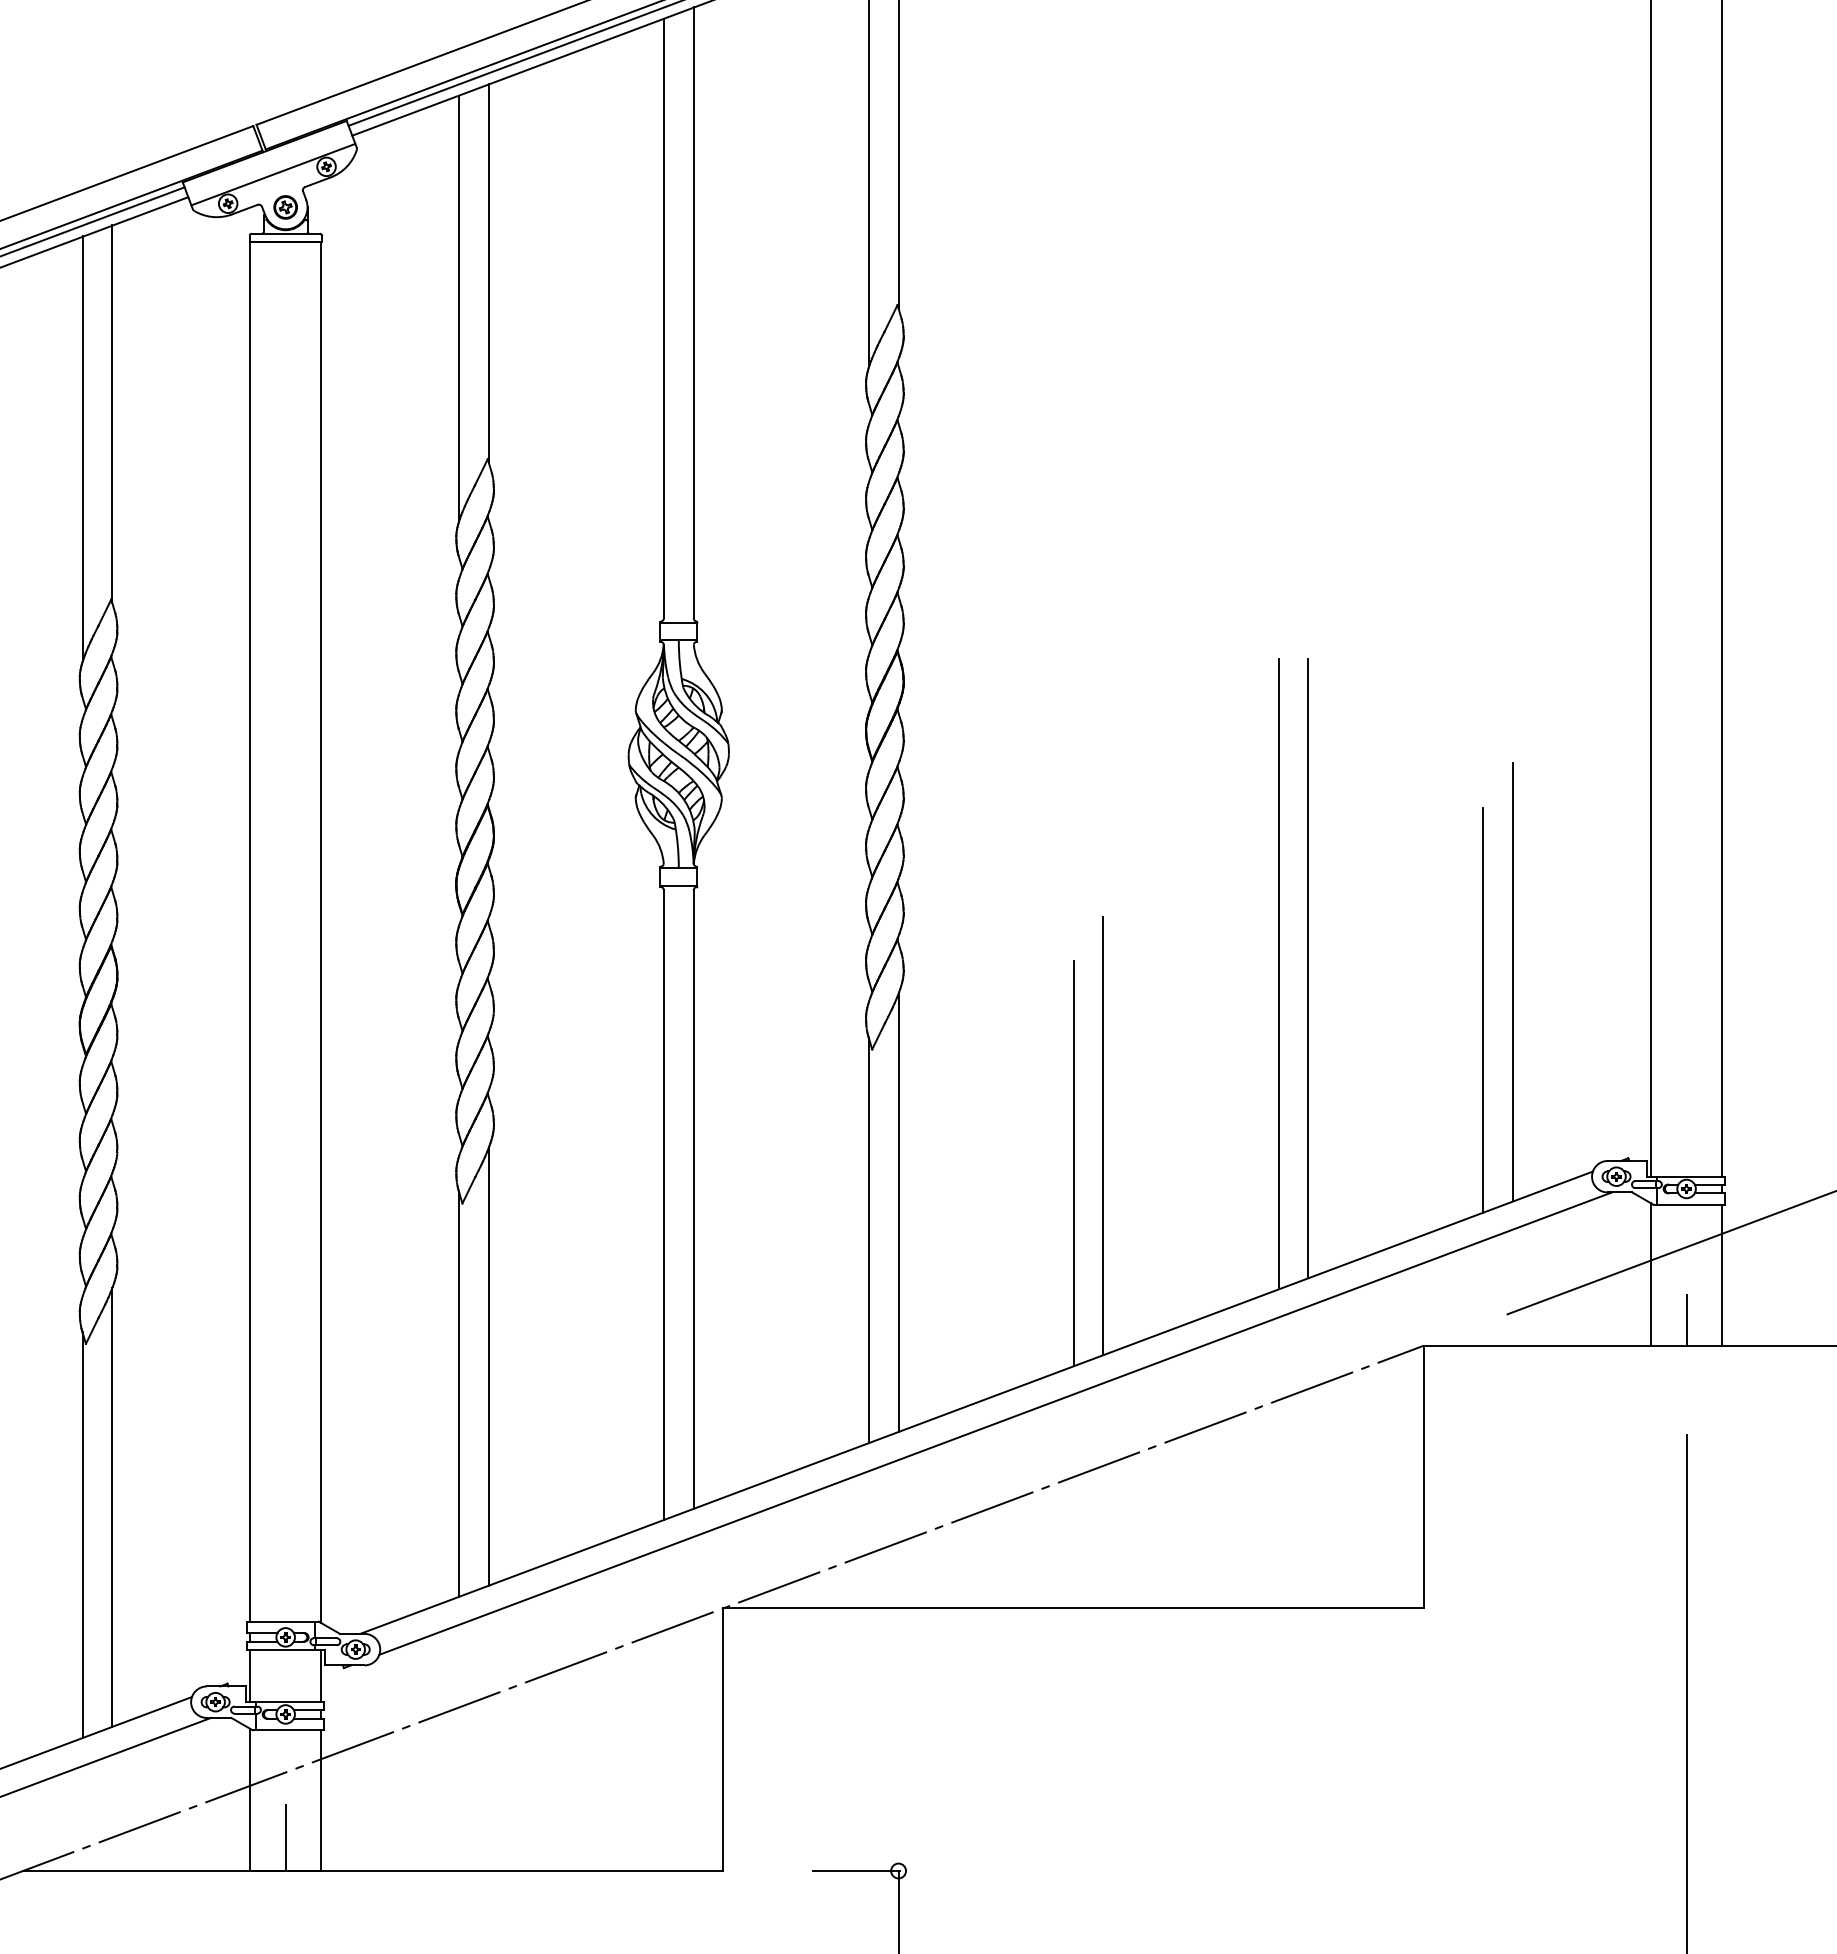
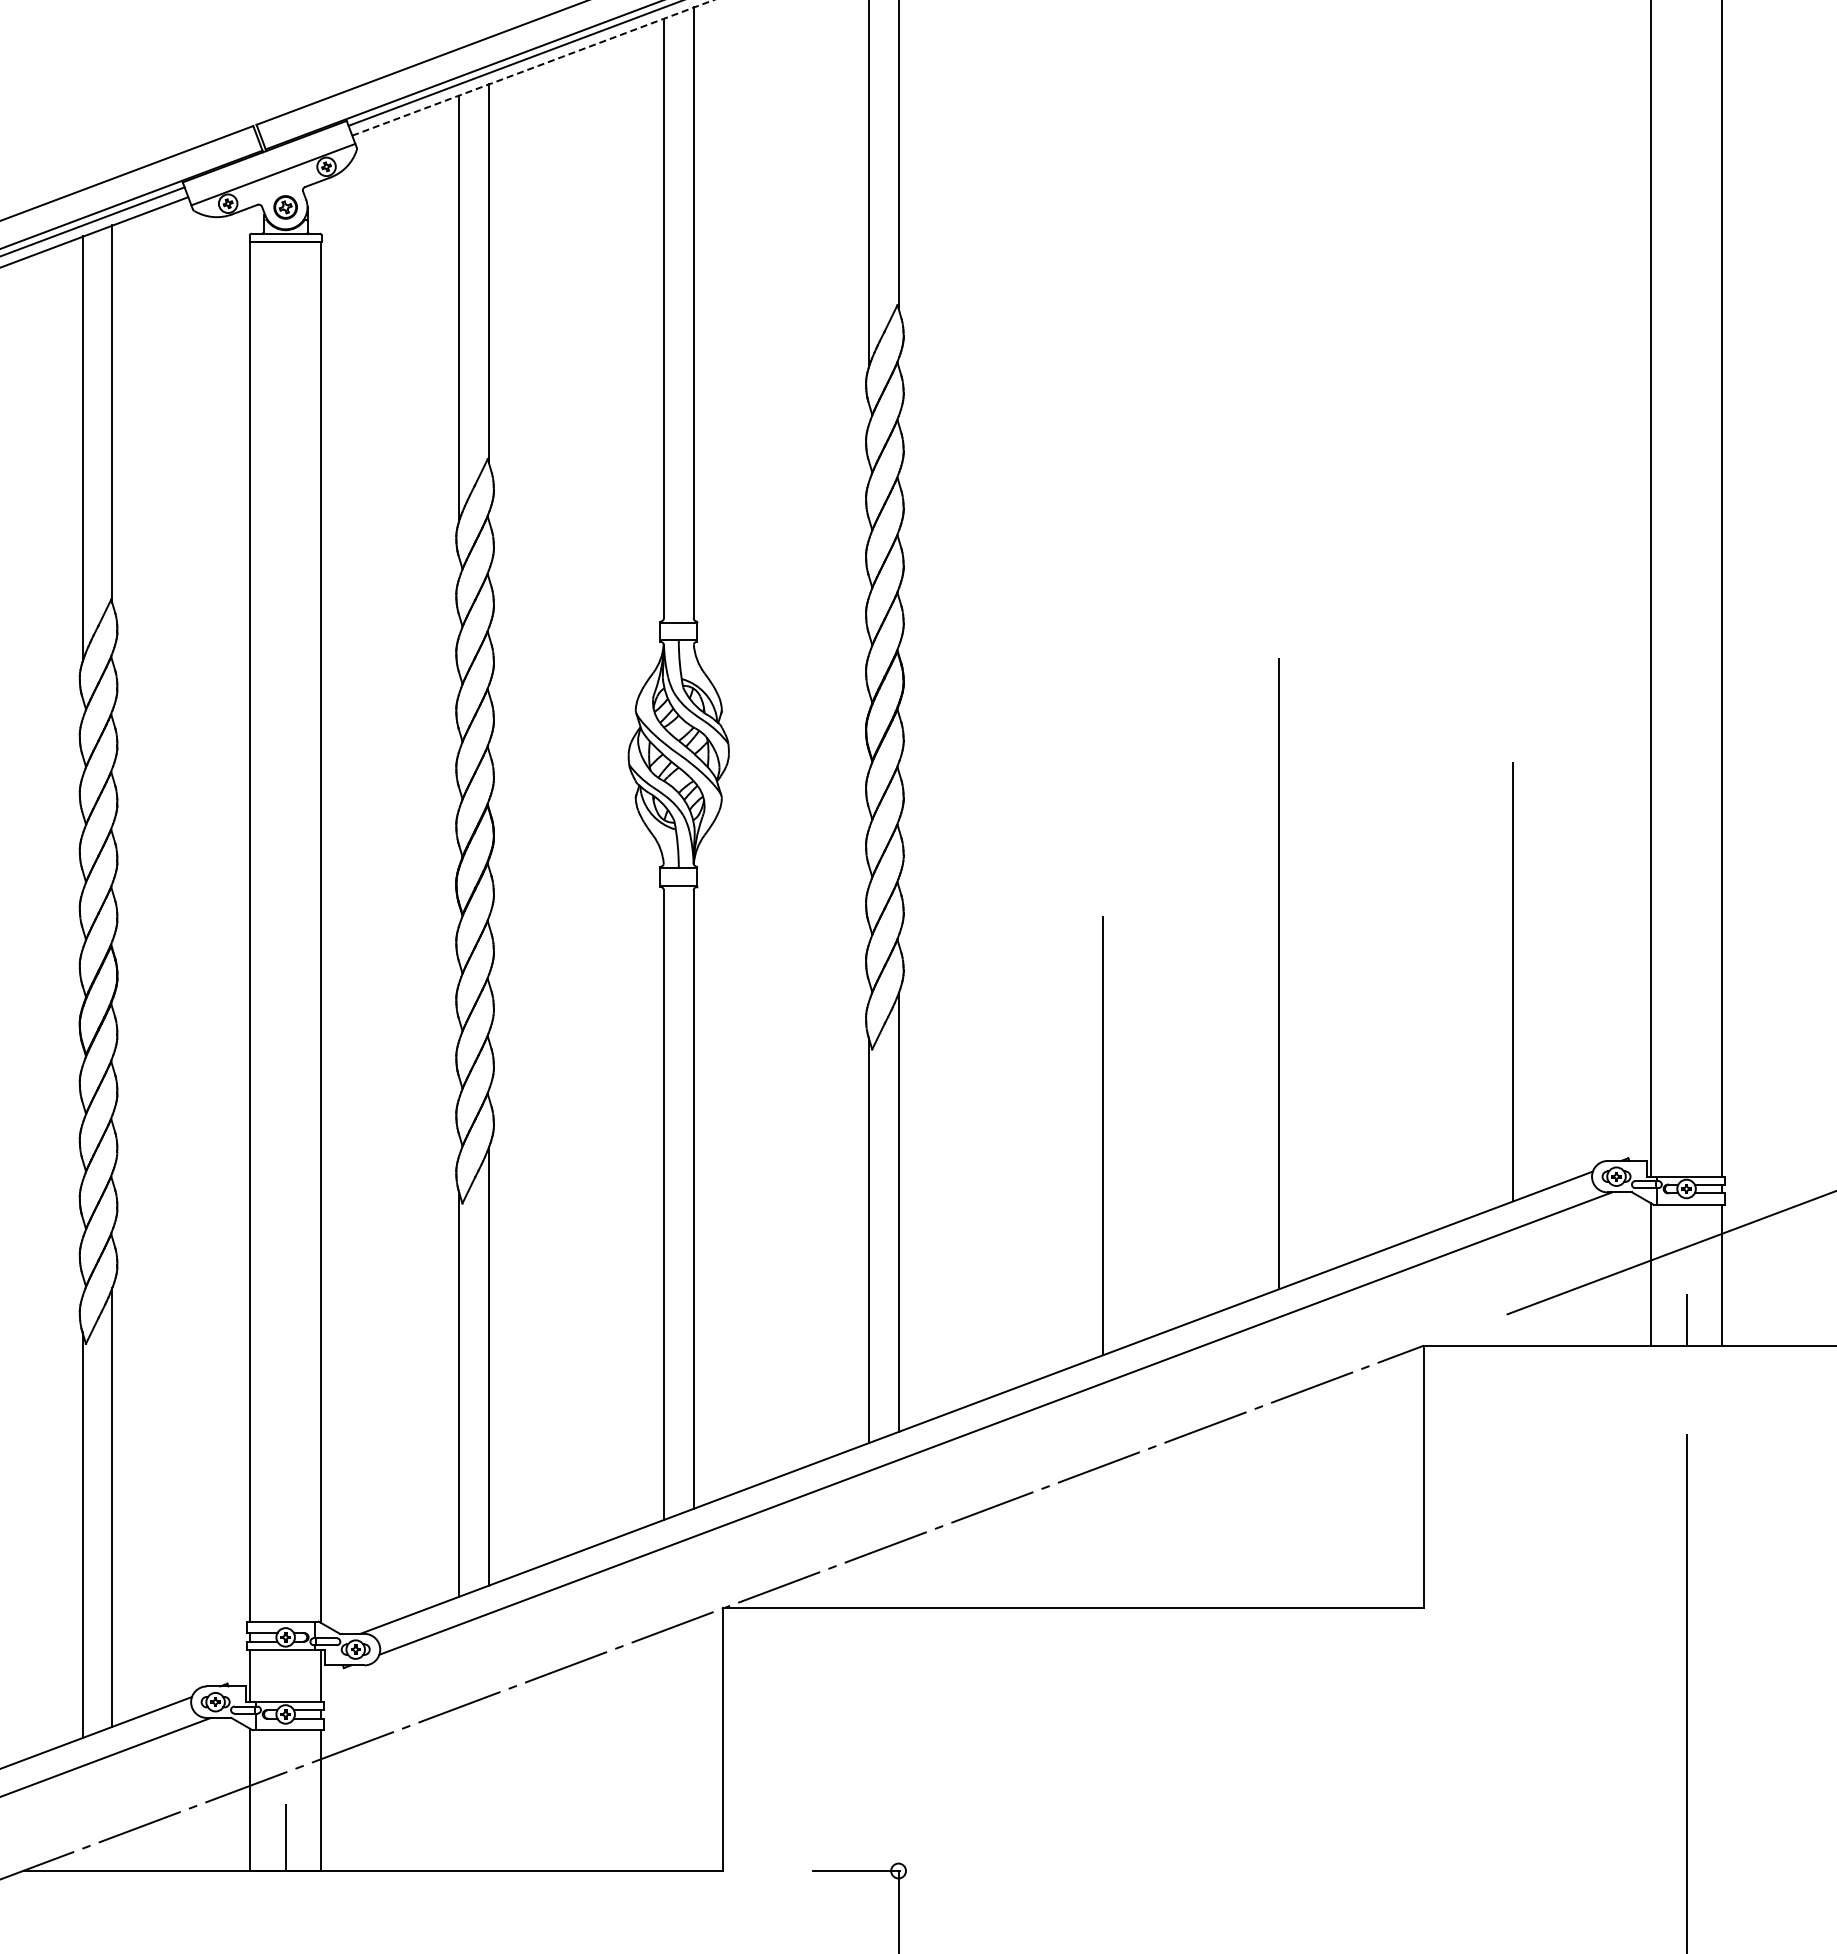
line at (532, 67): solid -> dashed
line at (1308, 968): present -> none
line at (1483, 1009): present -> none
line at (1073, 1163): present -> none
